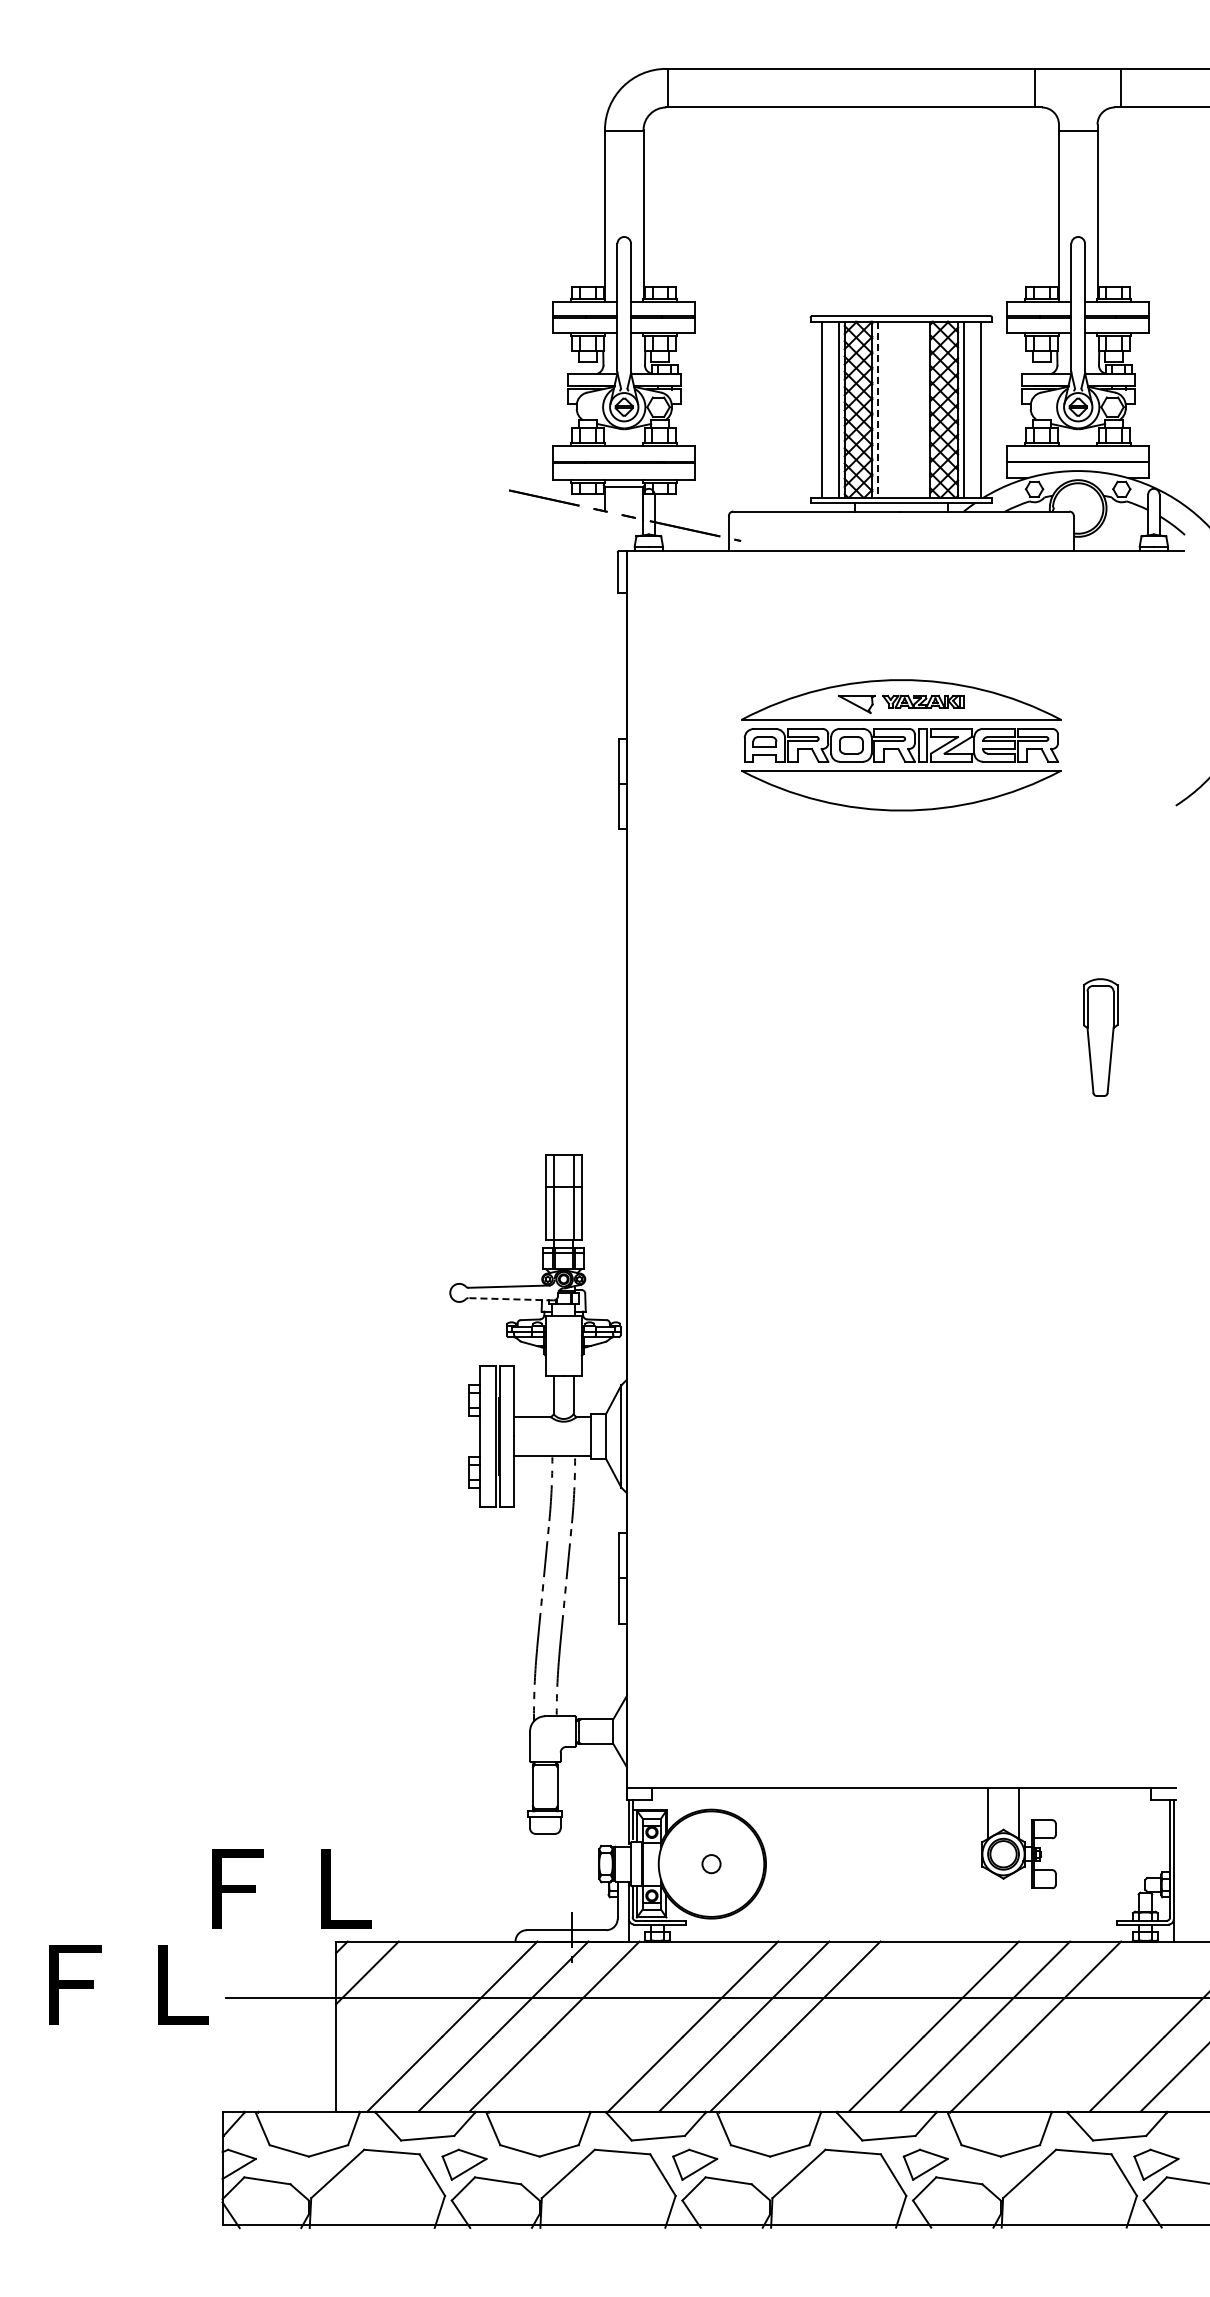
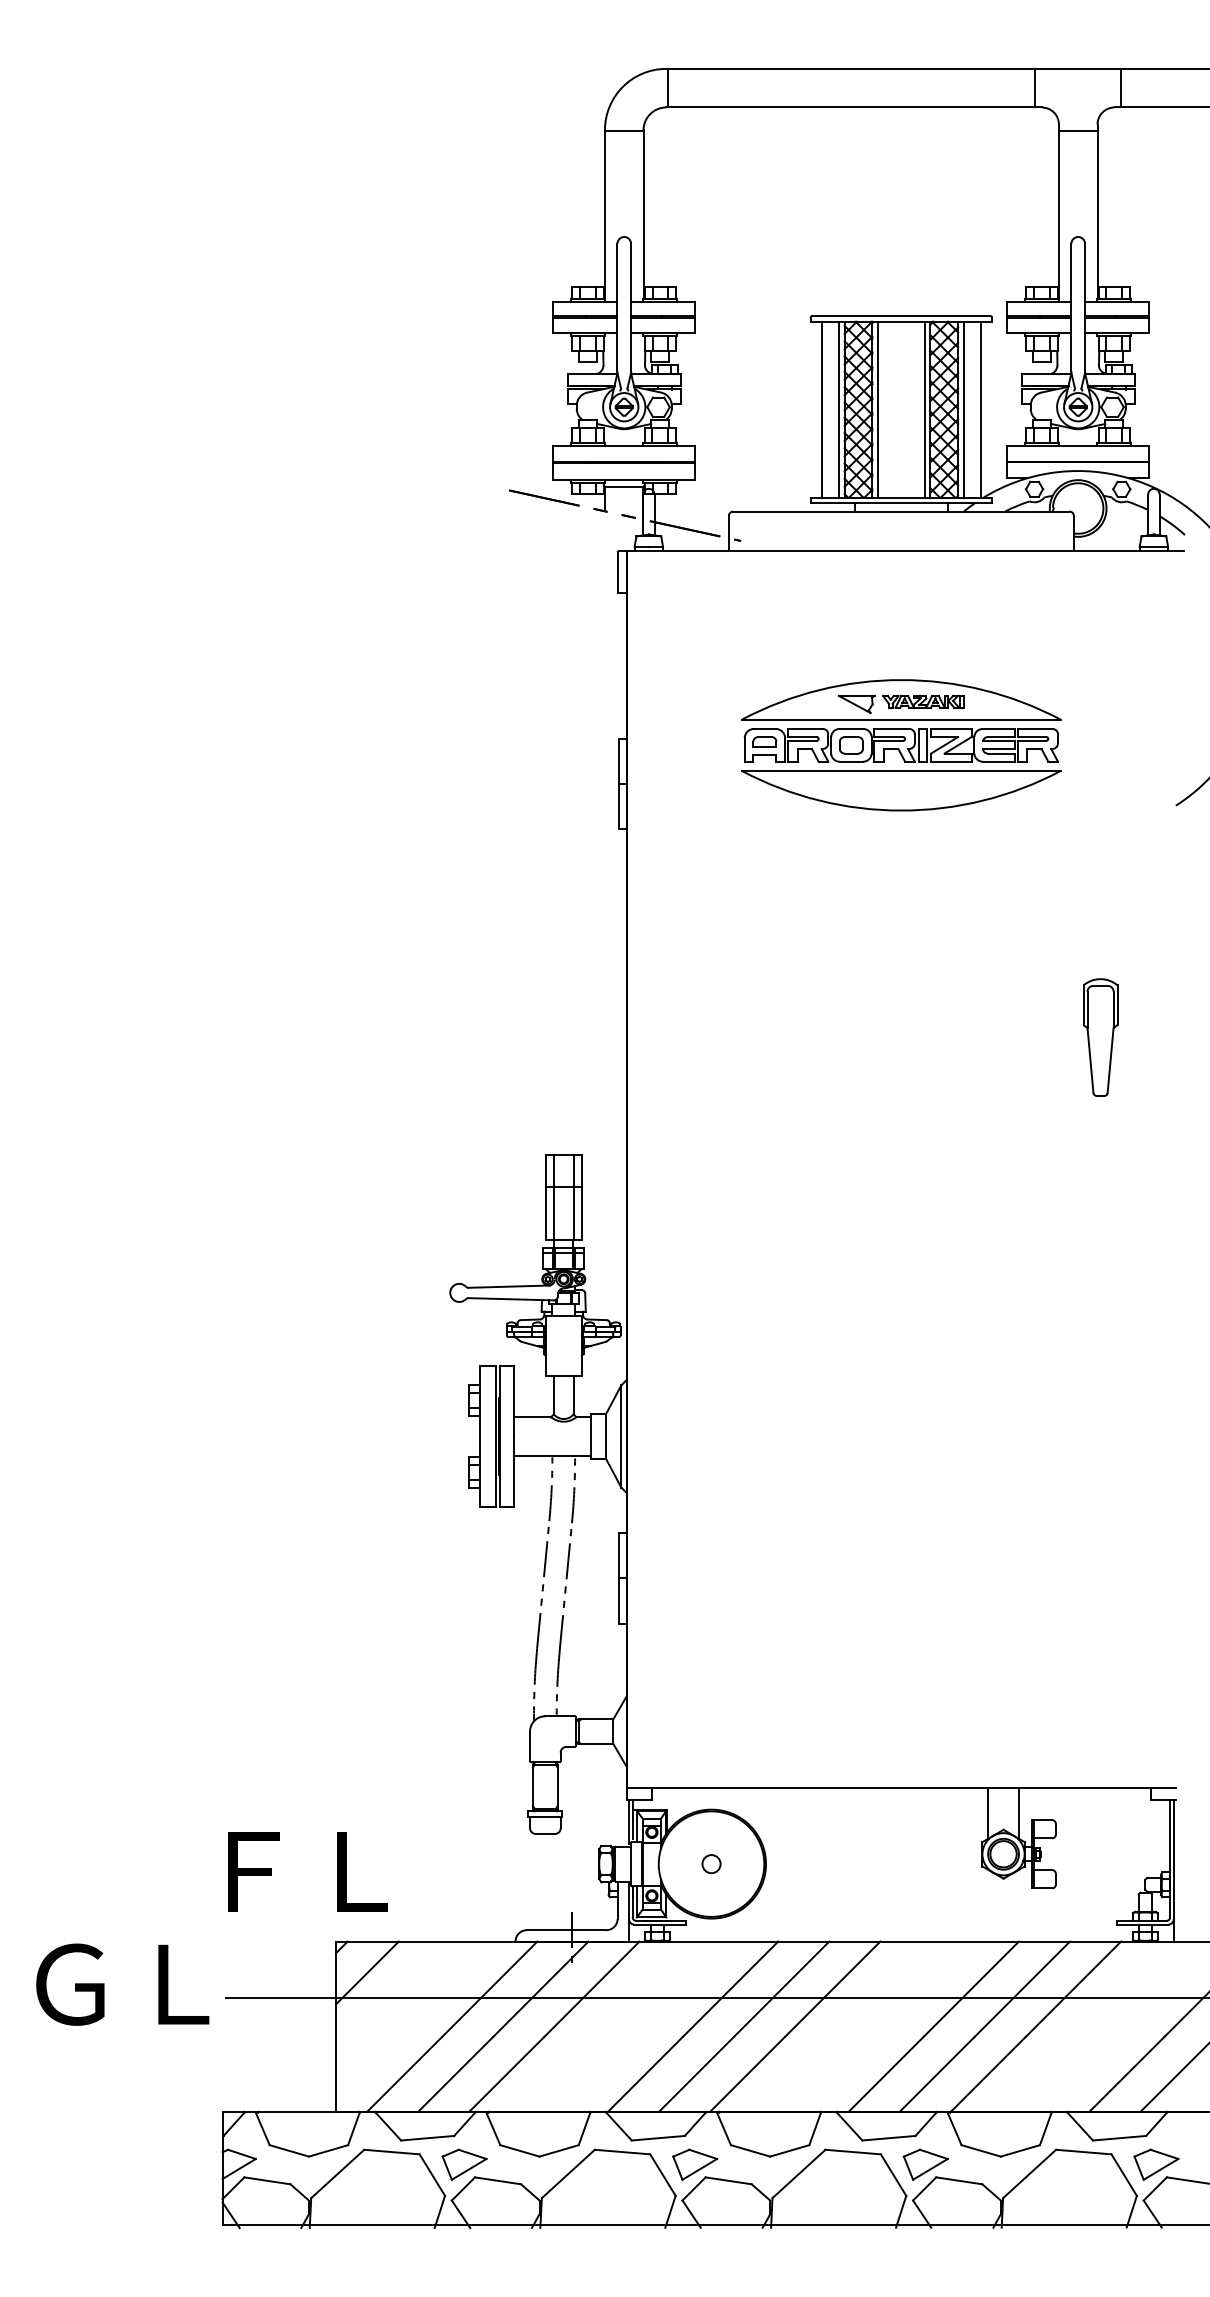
line at (878, 409): dashed -> solid
line at (924, 409): none -> present
line at (510, 1299): dashed -> solid
text at (291, 1888) position: (291, 1888) -> (307, 1871)
text at (122, 1984): ＦＬ -> ＧＬ
